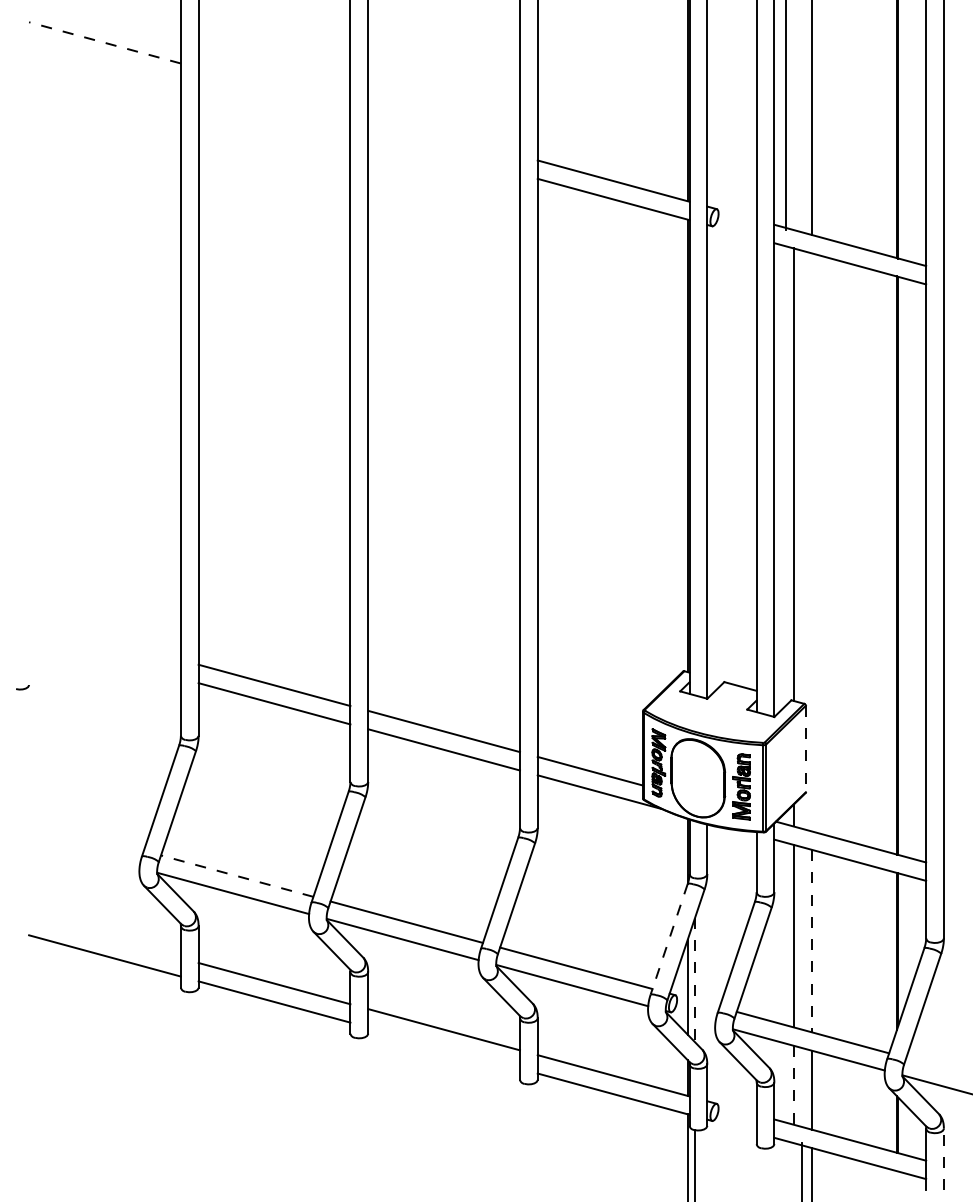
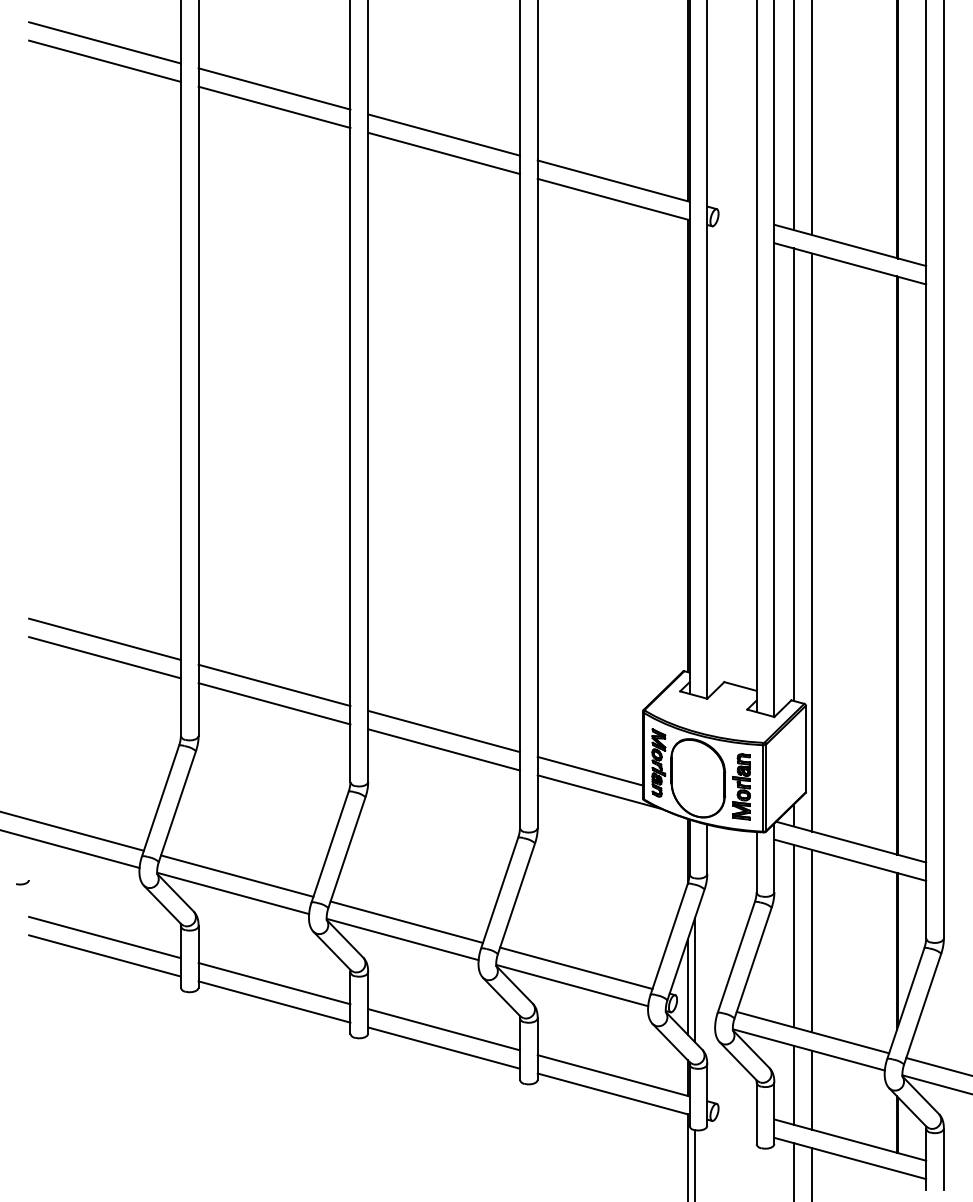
line at (104, 42): dashed -> solid
line at (104, 60): none -> present
line at (274, 88): none -> present
line at (274, 106): none -> present
line at (785, 116) position: (785, 116) -> (793, 116)
line at (443, 134): none -> present
line at (443, 153): none -> present
line at (812, 542): none -> present
line at (104, 638): none -> present
line at (104, 657): none -> present
curve at (22, 688) position: (22, 688) -> (22, 883)
line at (805, 749): dashed -> solid
line at (72, 831): none -> present
line at (70, 849): none -> present
line at (237, 876): dashed -> solid
line at (104, 937): none -> present
line at (669, 939): dashed -> solid
line at (812, 941): dashed -> solid
line at (695, 980): dashed -> solid
line at (443, 1047): none -> present
line at (937, 1066): none -> present
line at (793, 1085): dashed -> solid
line at (943, 1159): dashed -> solid
line at (801, 1170) position: (801, 1170) -> (793, 1170)
